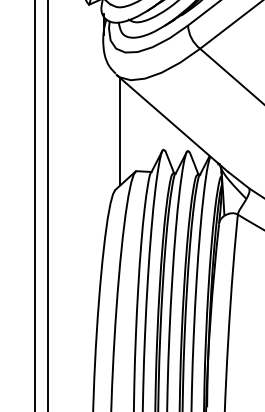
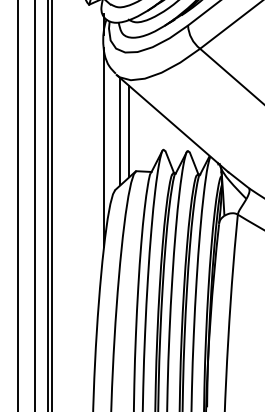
line at (129, 131): none -> present
line at (103, 147): none -> present
line at (17, 205): none -> present
line at (52, 205): none -> present
